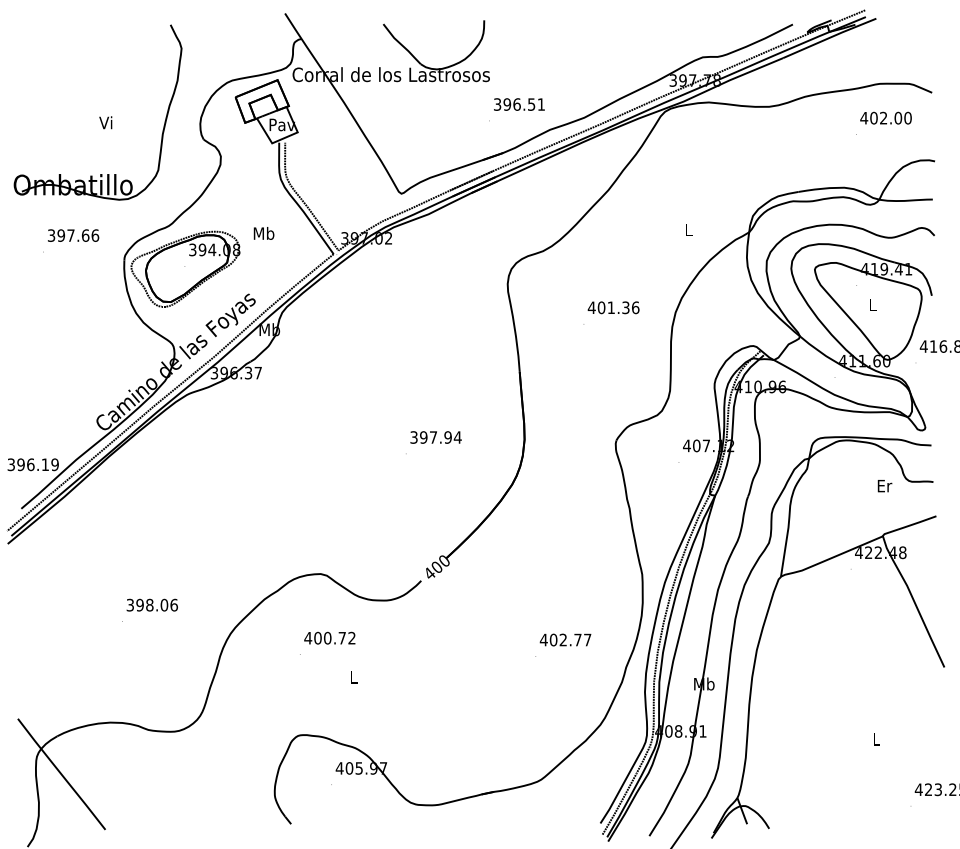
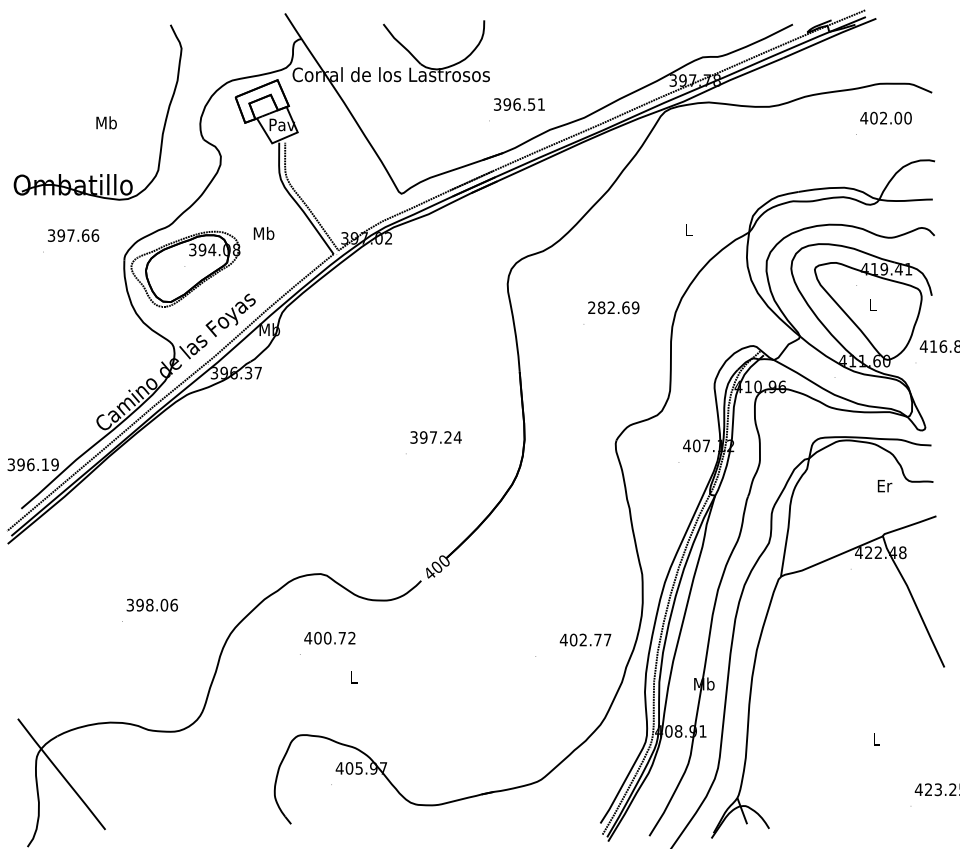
text at (106, 122): Vi -> Mb
text at (613, 307): 401.36 -> 282.69
text at (447, 437): 397.94 -> 397.24
text at (565, 639) position: (565, 639) -> (585, 639)
